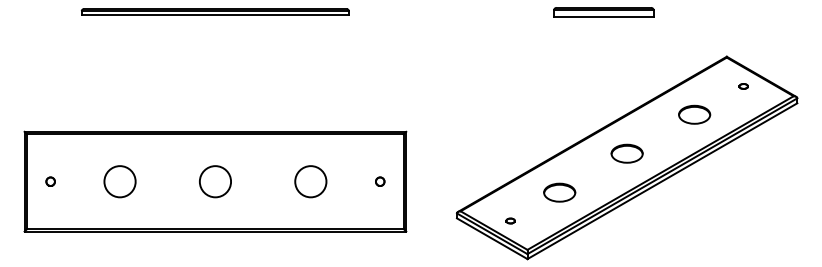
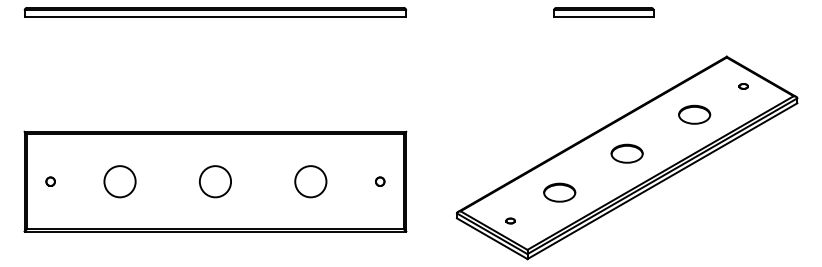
part at (214, 11) size: 270x8 px -> 384x11 px
